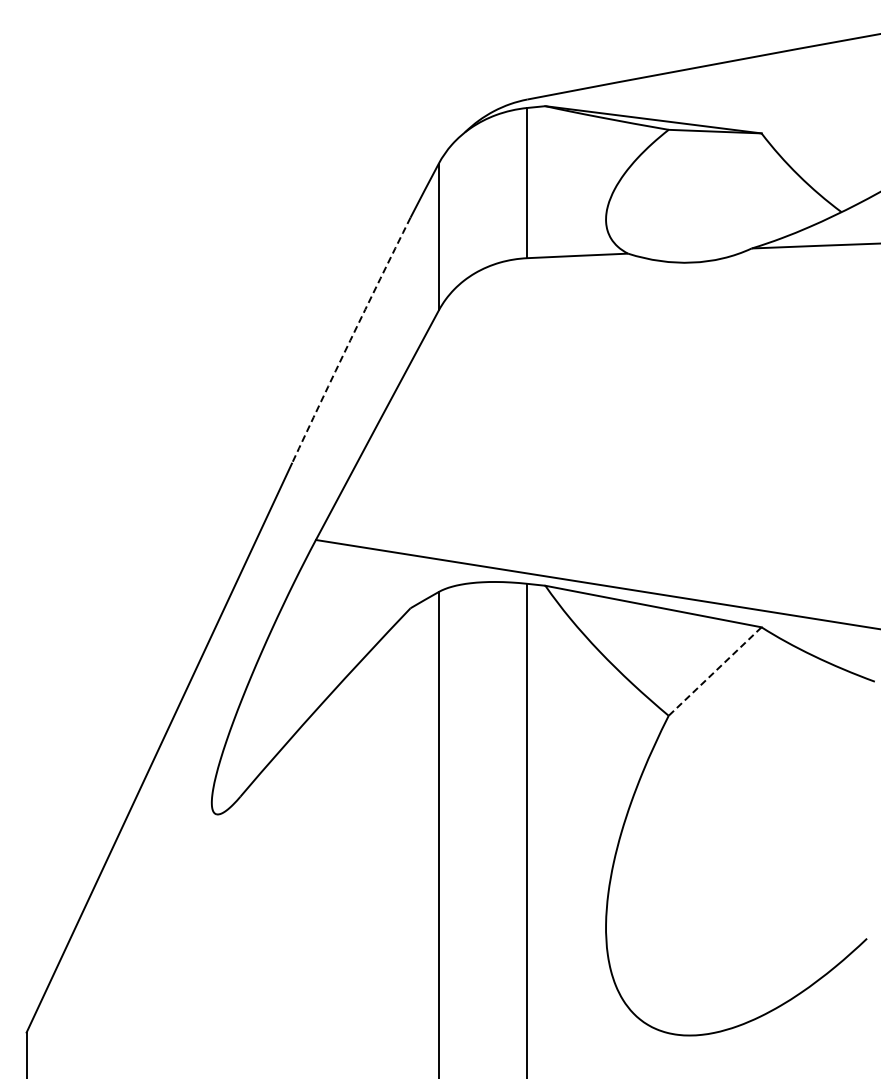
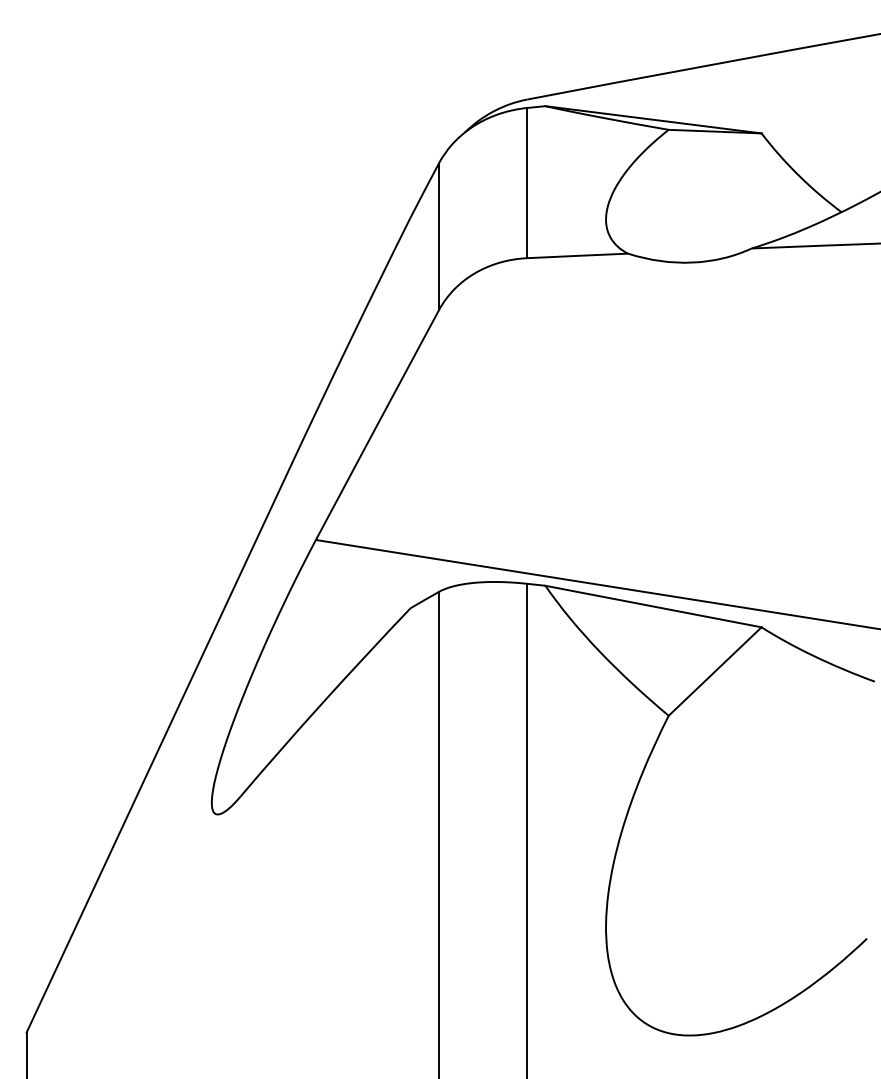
arc at (350, 340): dashed -> solid
line at (714, 671): dashed -> solid
